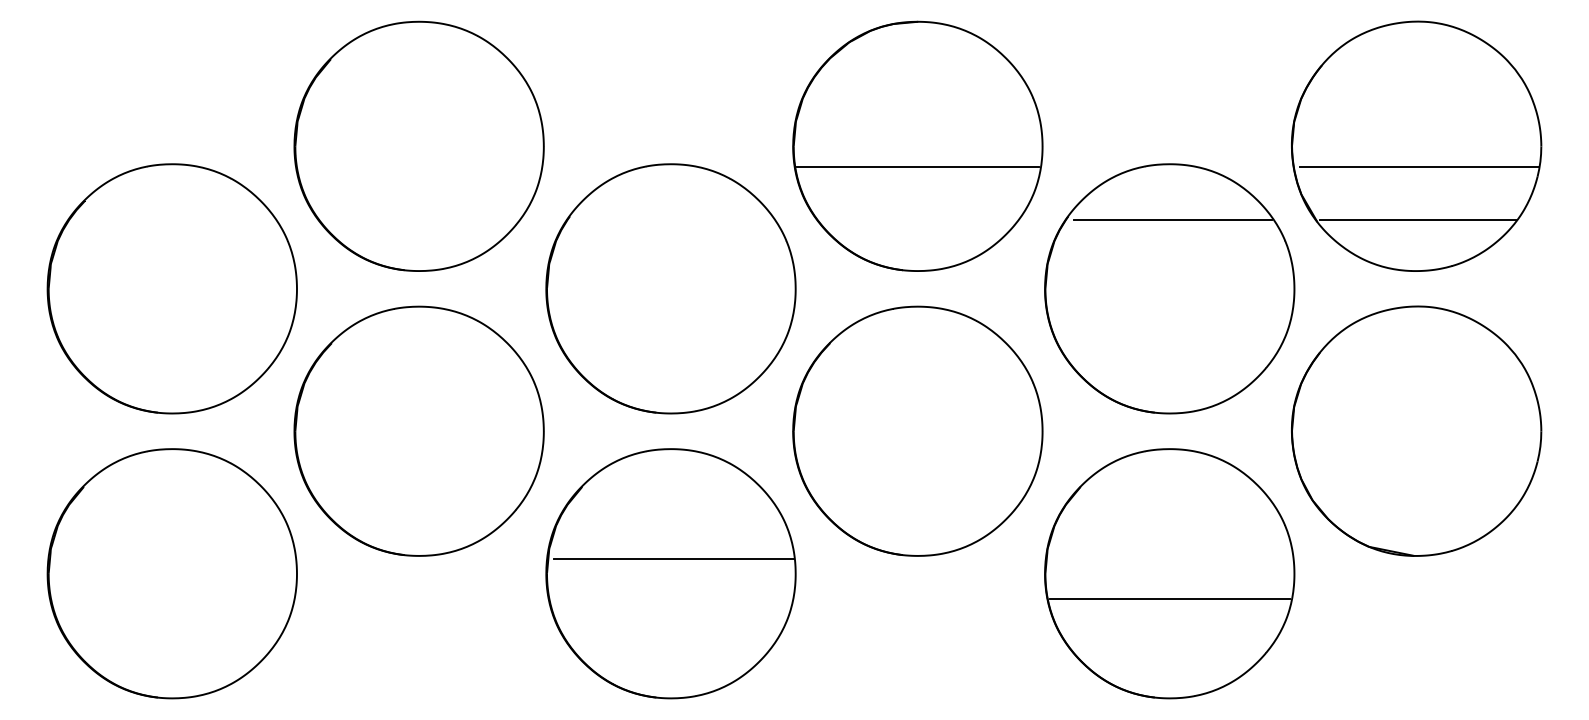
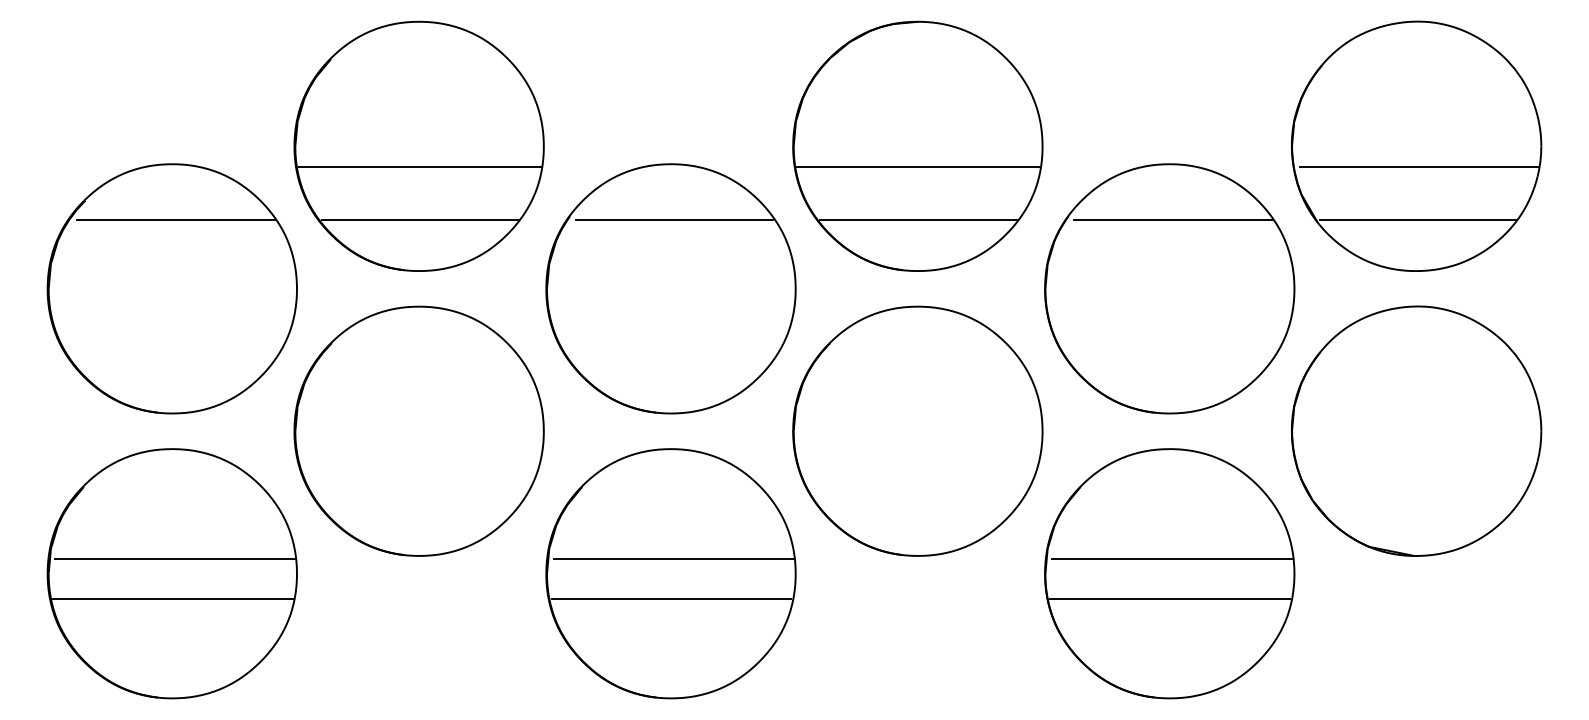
line at (419, 166): none -> present
line at (175, 220): none -> present
line at (419, 220): none -> present
line at (674, 220): none -> present
line at (917, 220): none -> present
line at (174, 558): none -> present
line at (1172, 558): none -> present
line at (172, 598): none -> present
line at (671, 598): none -> present
